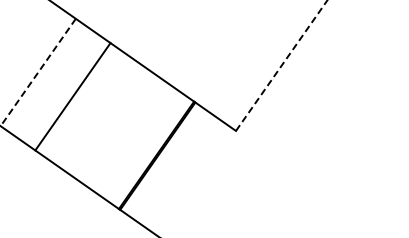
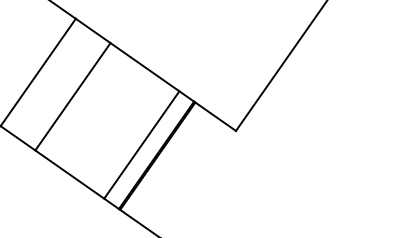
line at (281, 65): dashed -> solid
line at (38, 72): dashed -> solid
line at (141, 144): none -> present
